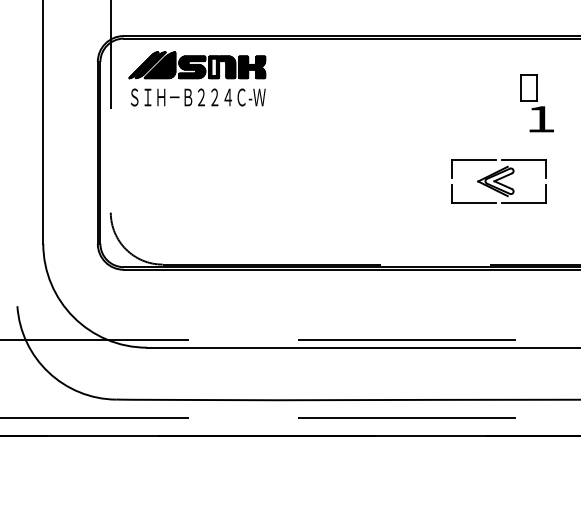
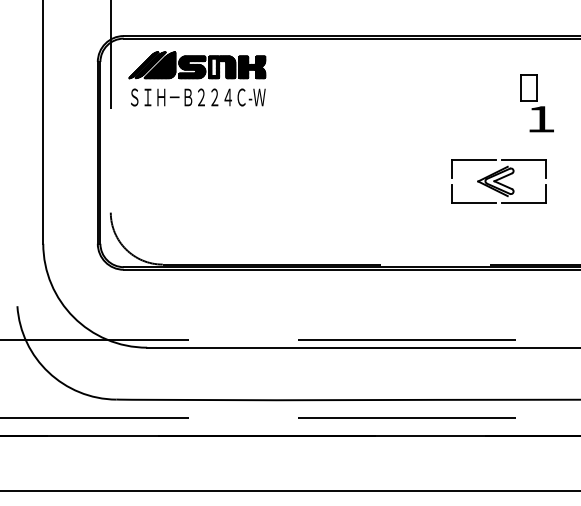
line at (289, 490): none -> present
